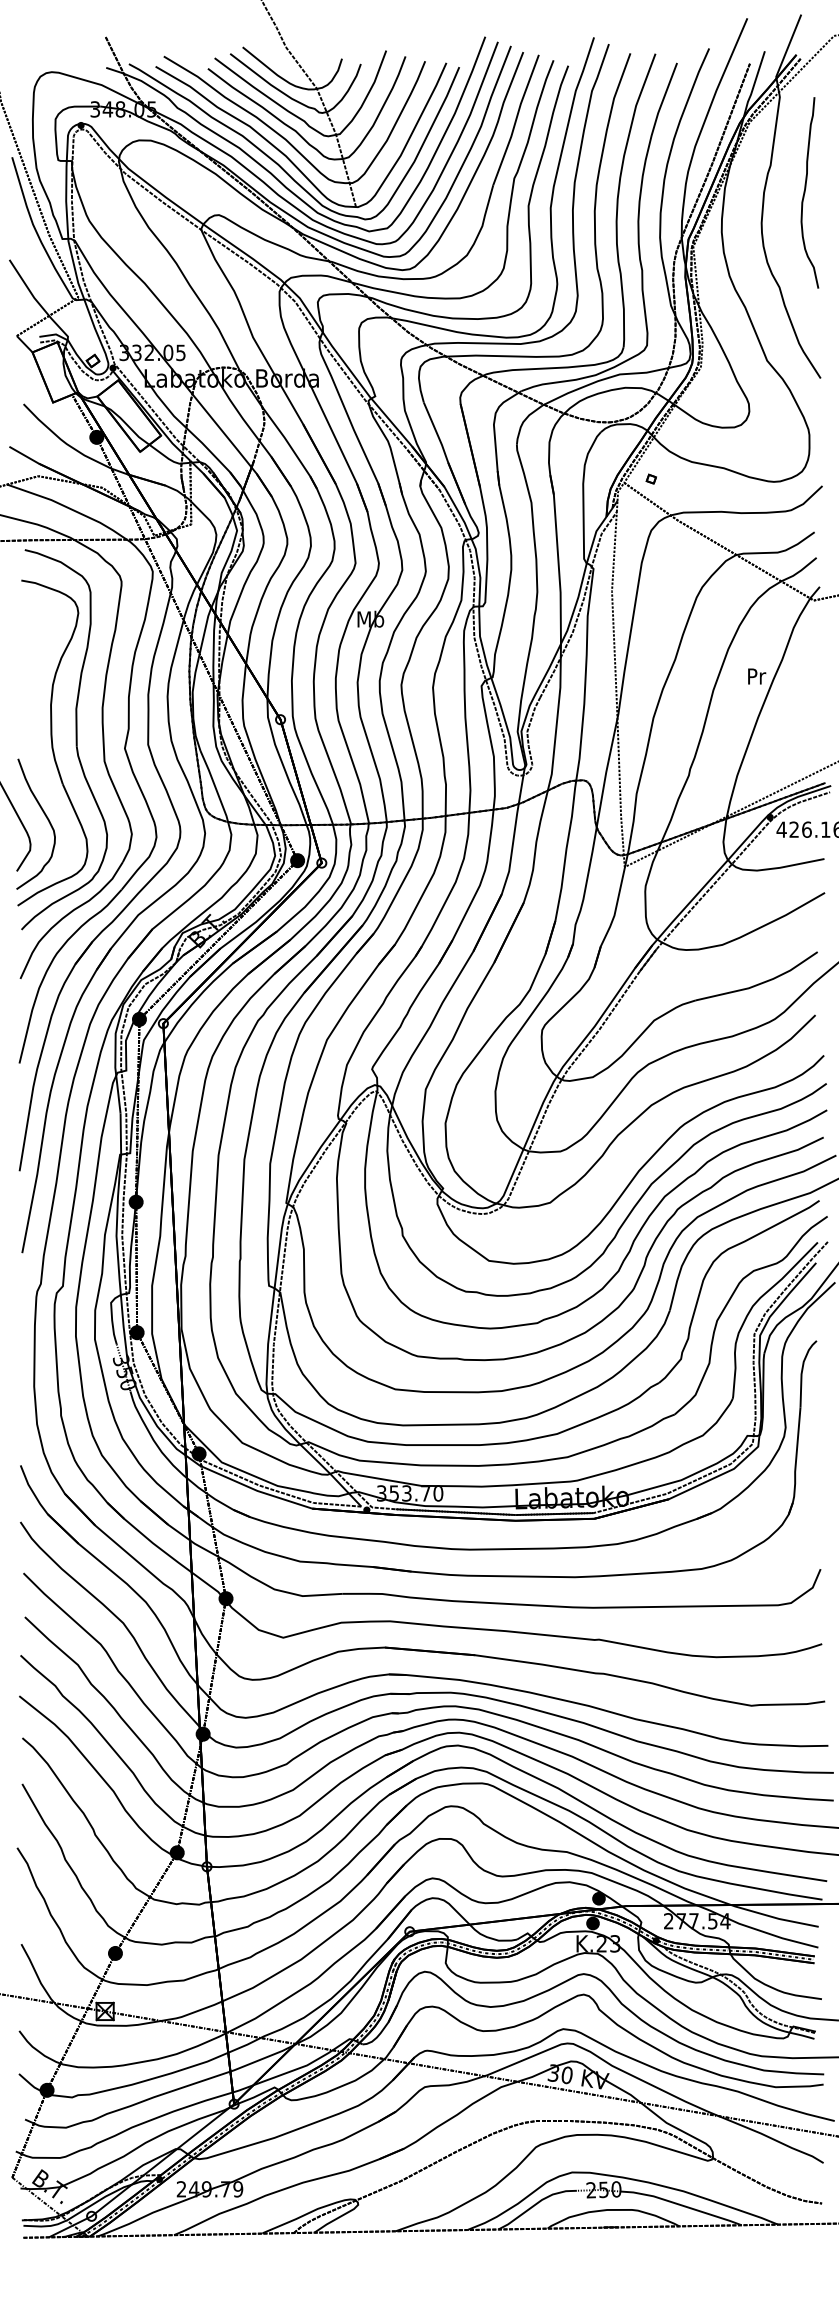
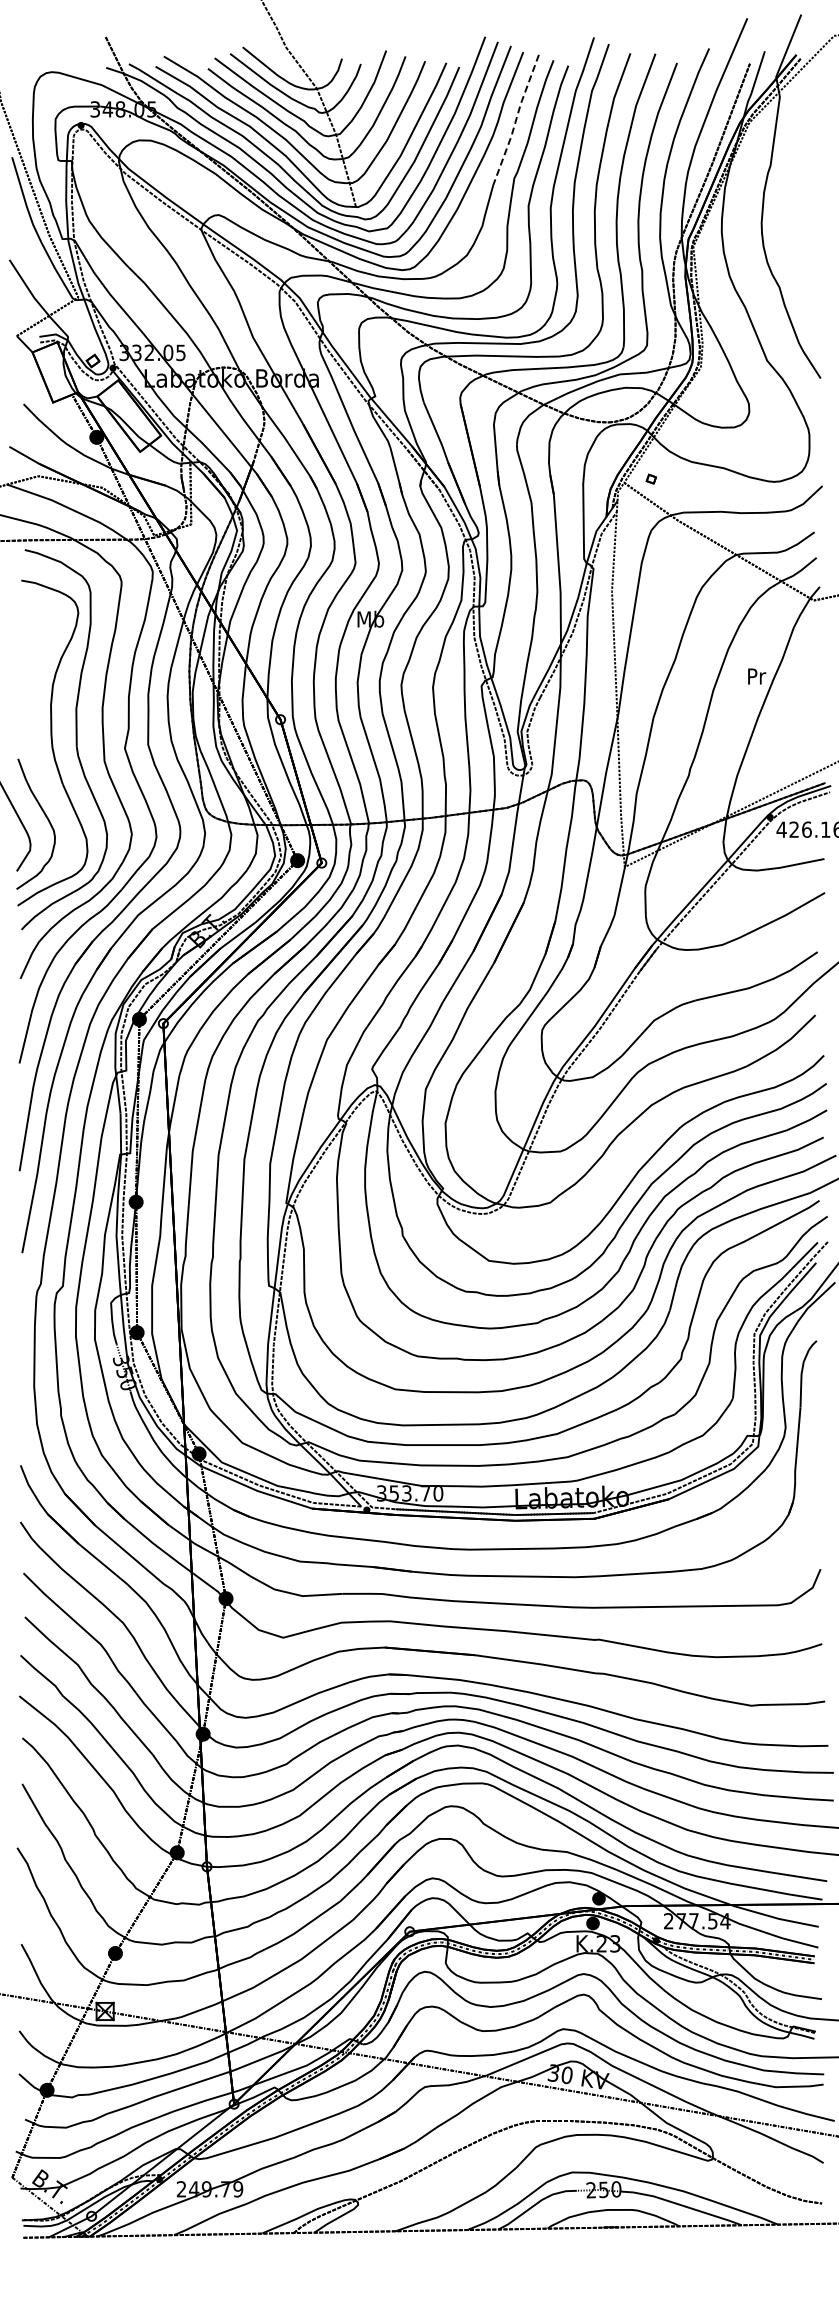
line at (516, 119): solid -> dashed
curve at (805, 192): present -> none
